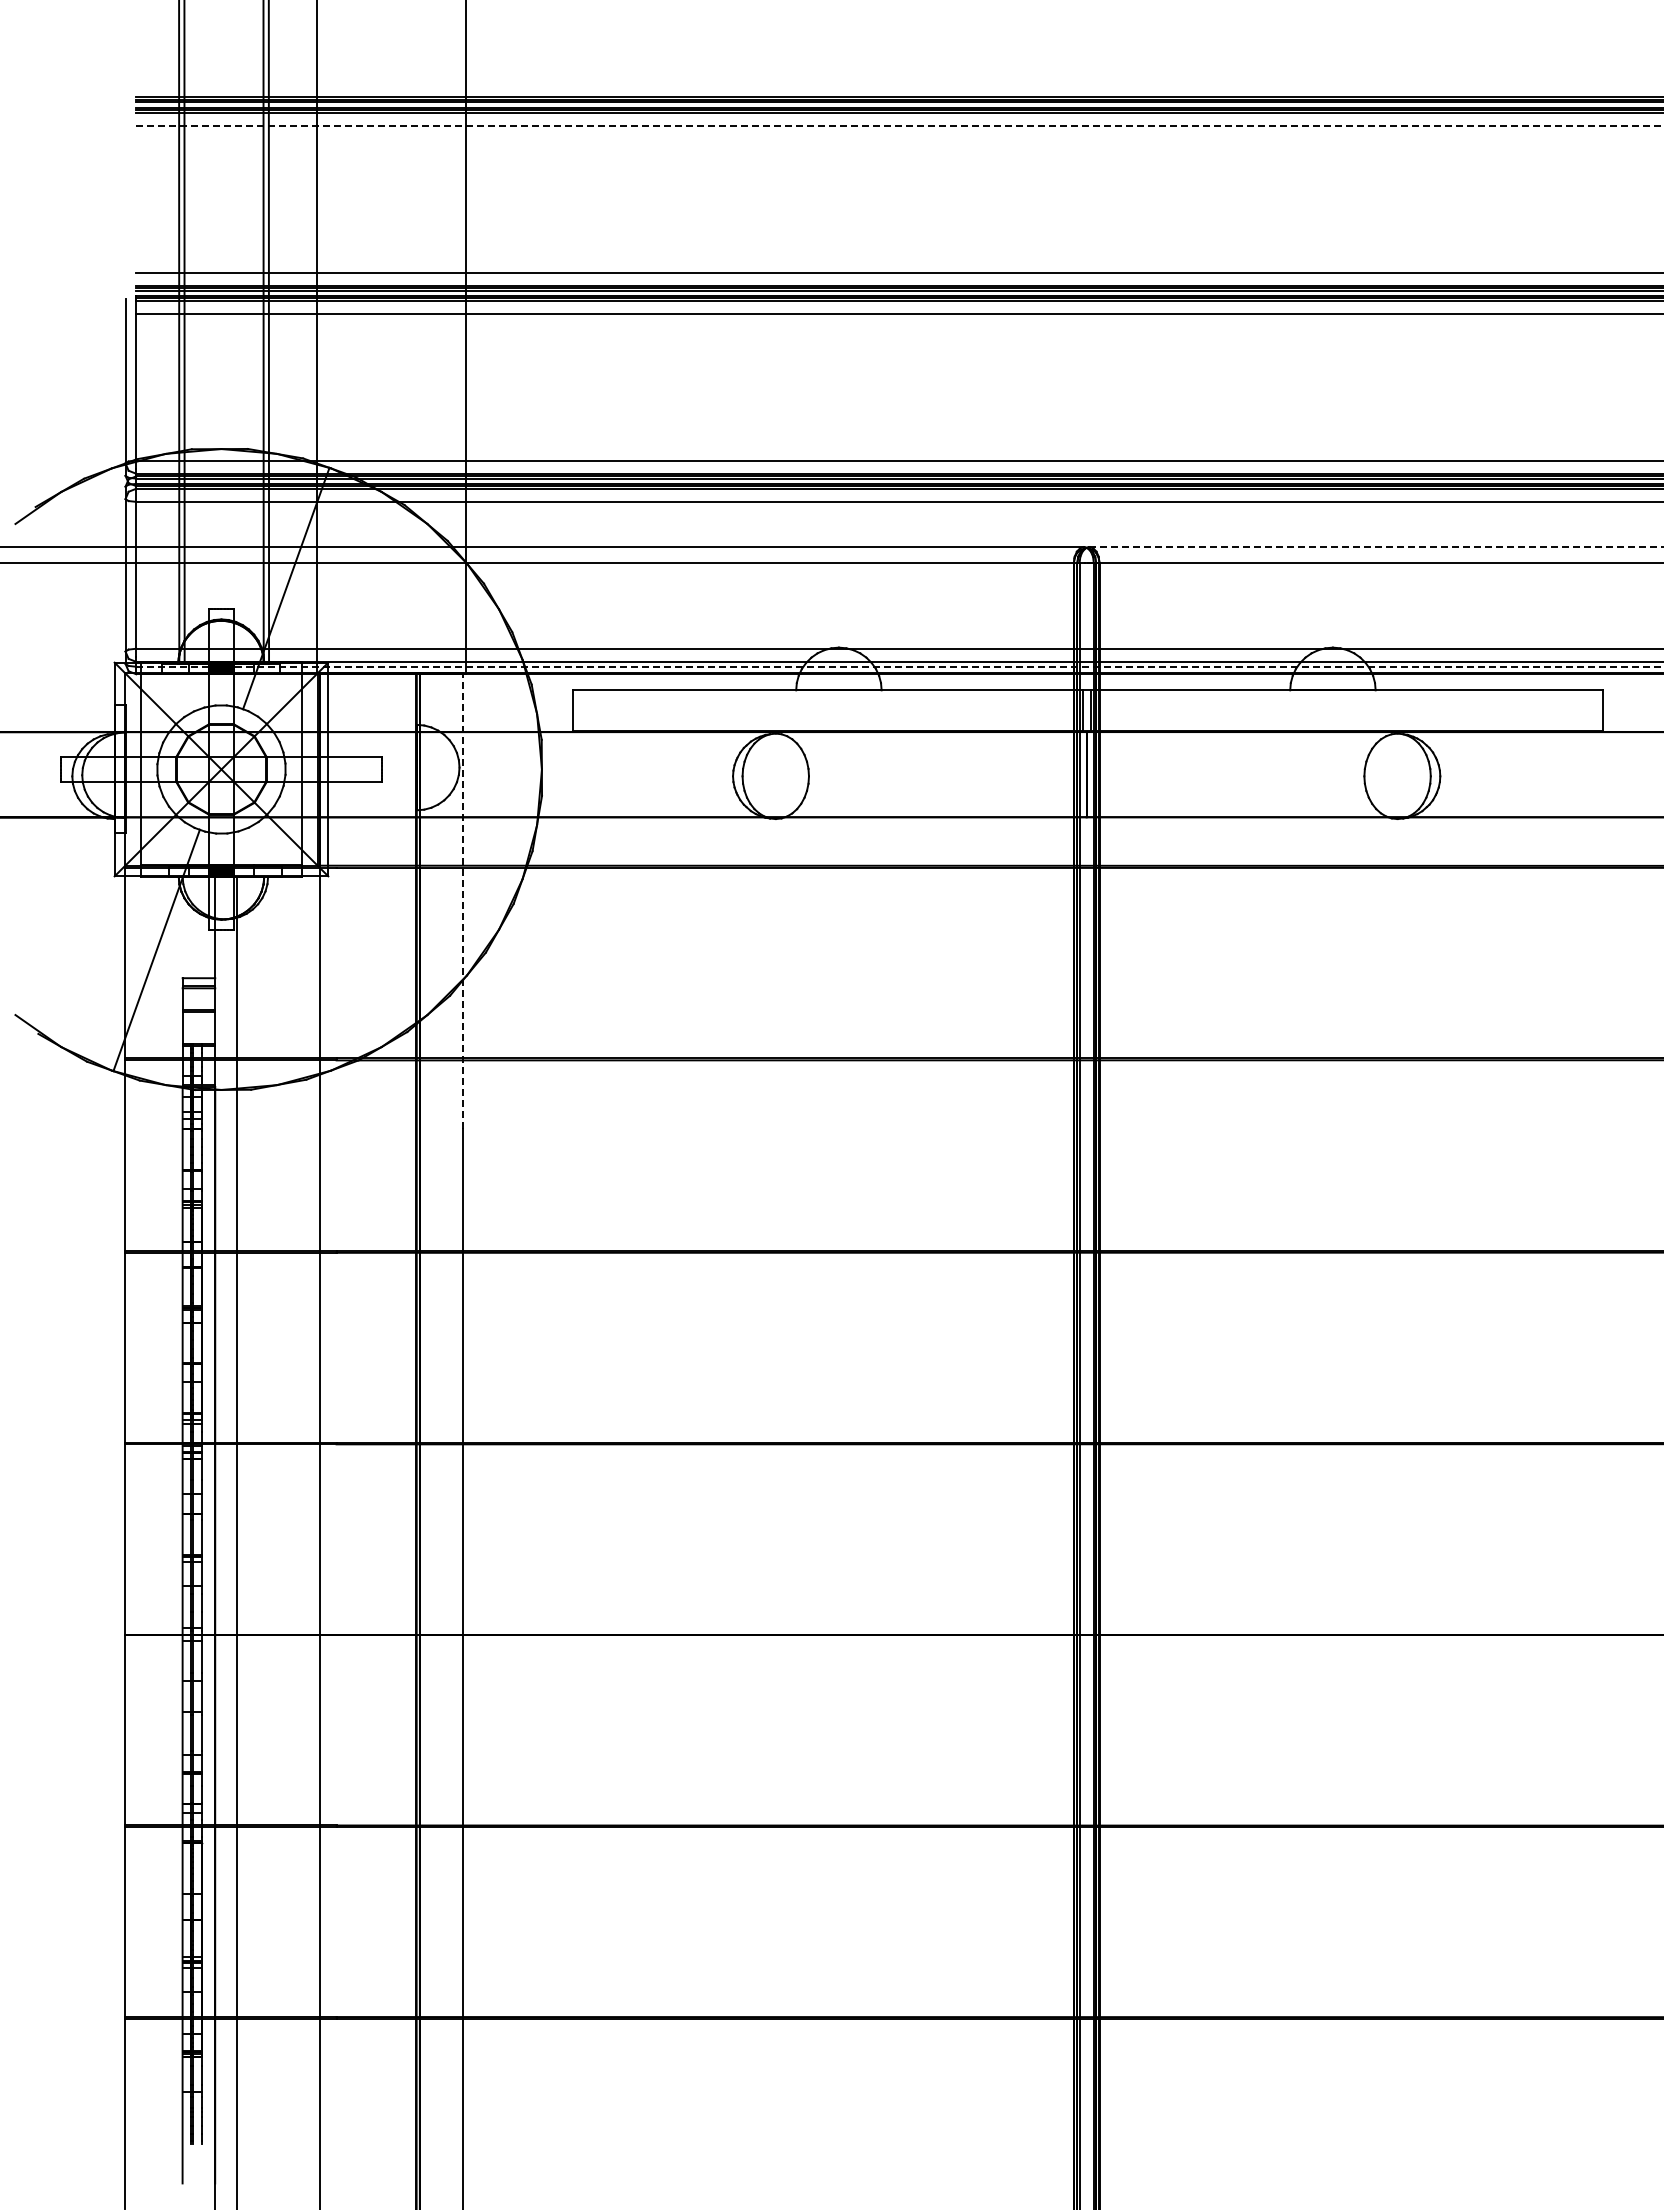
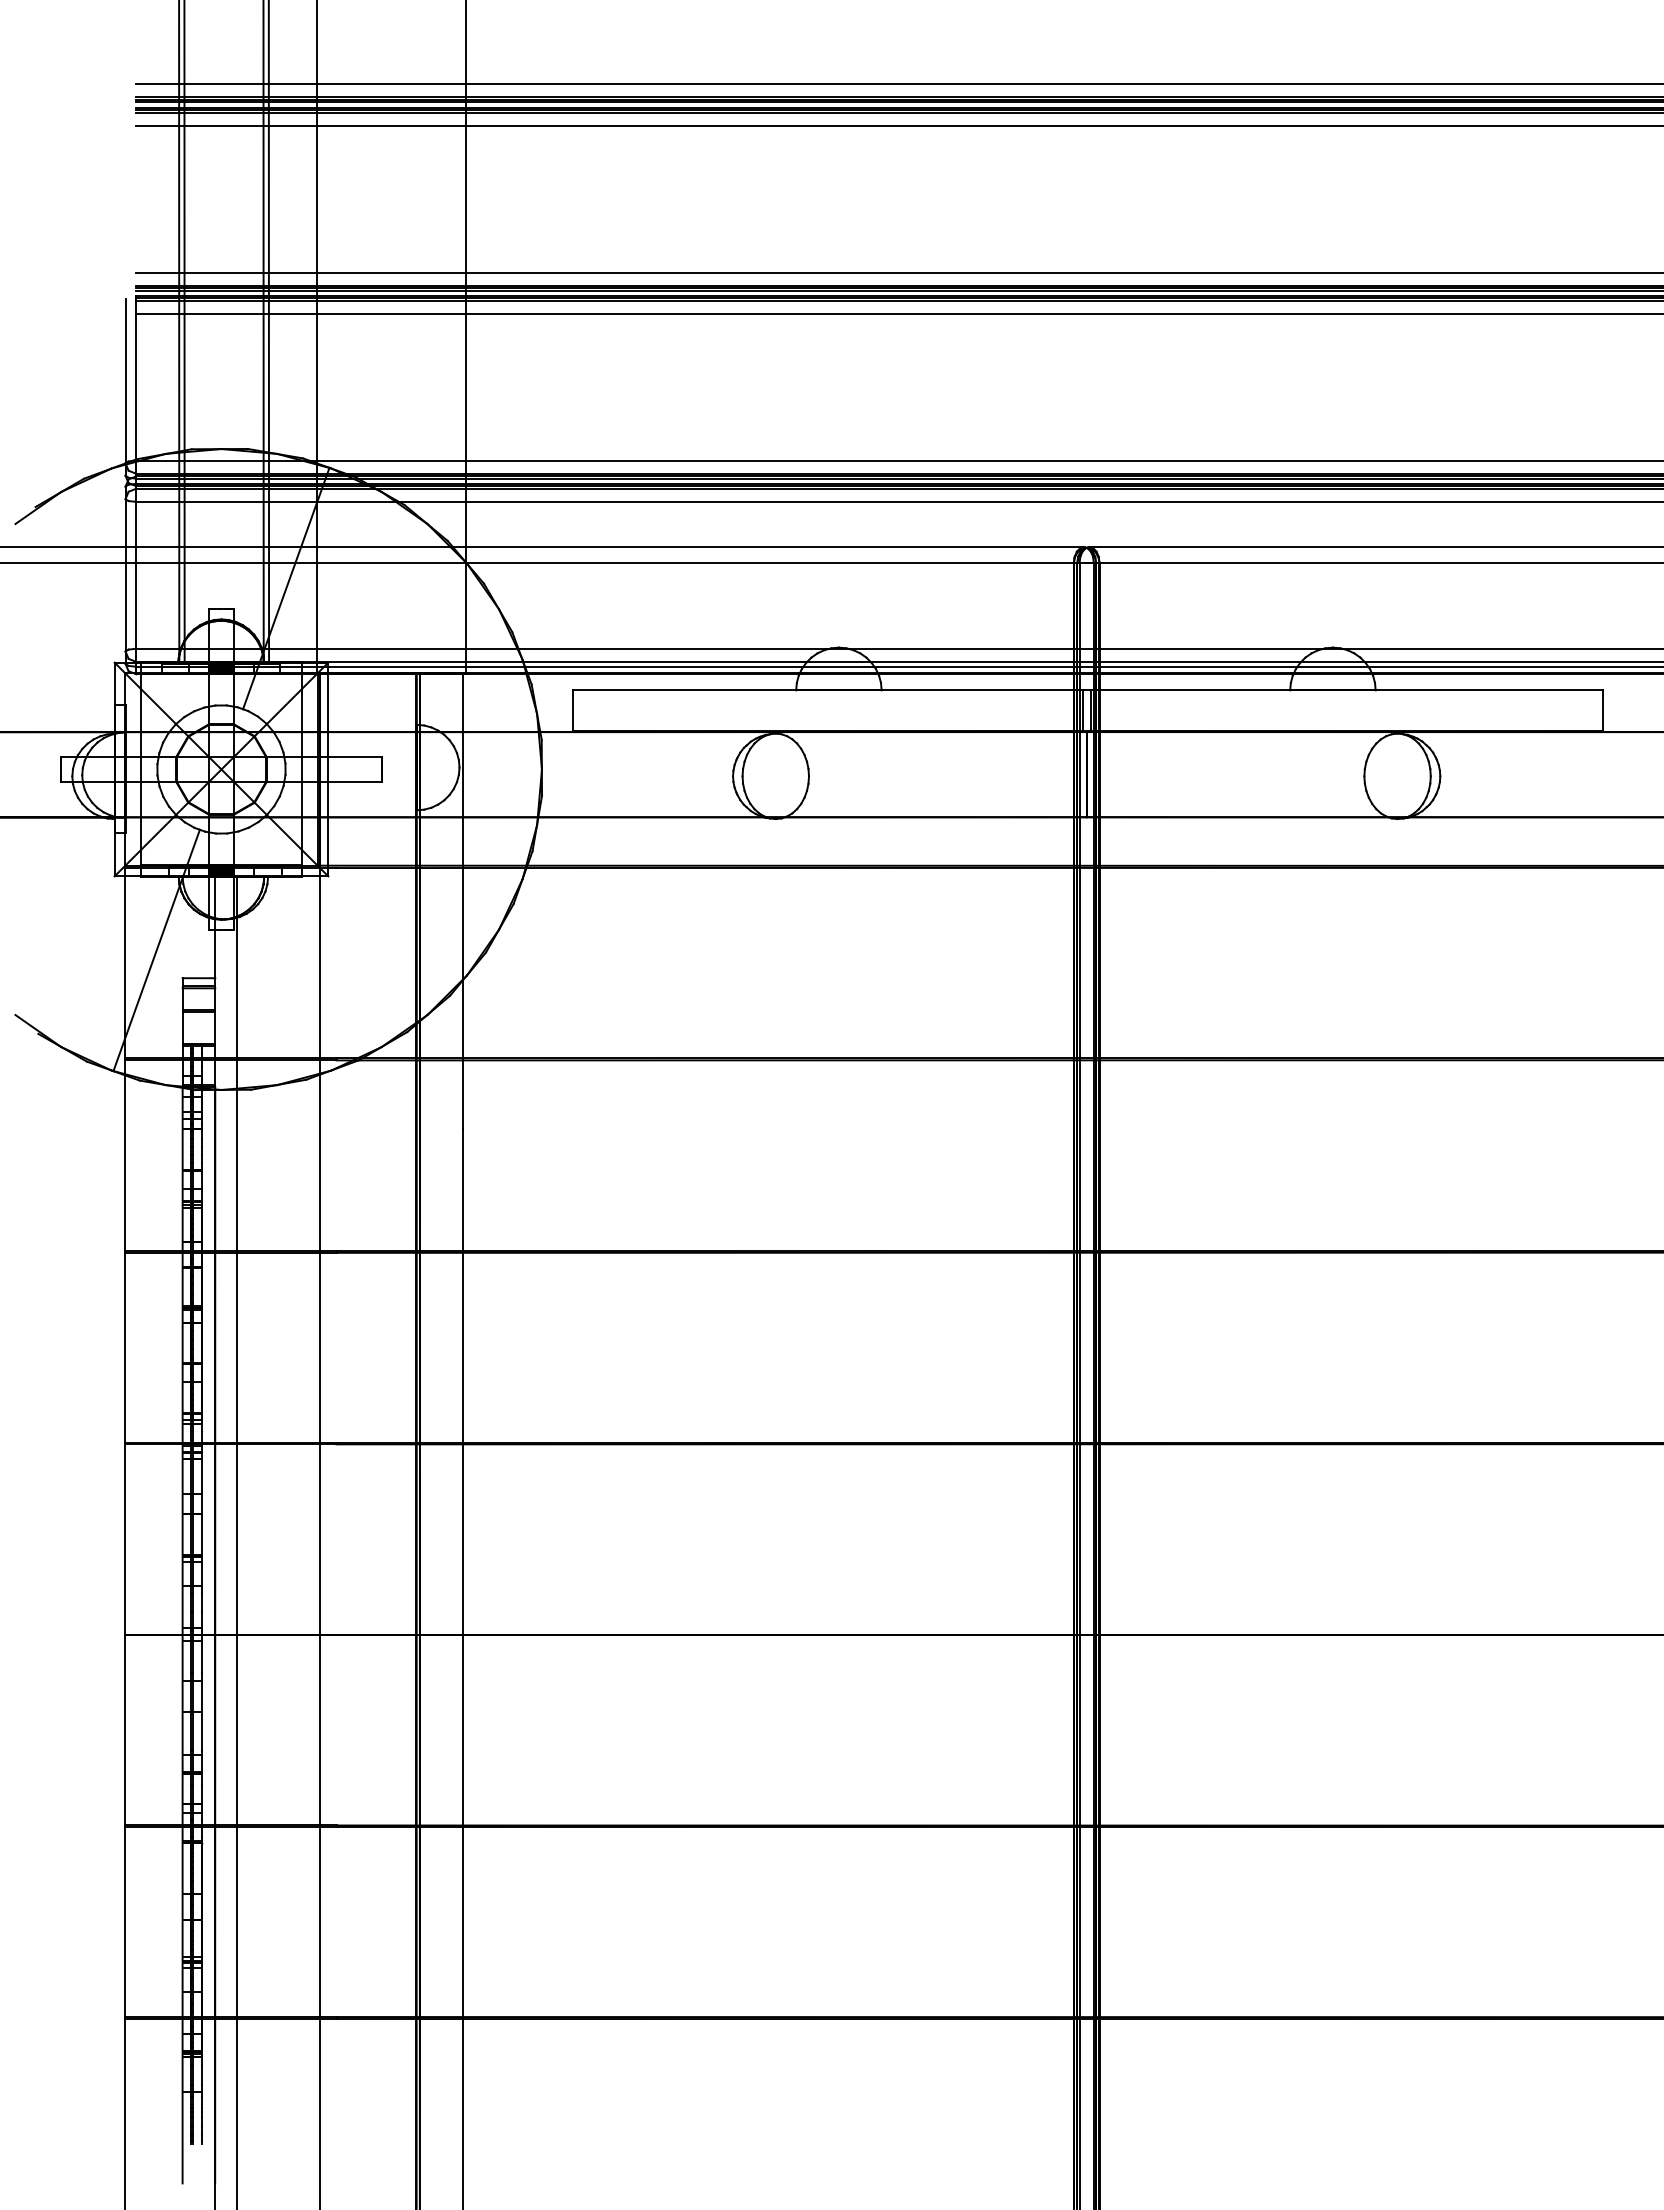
line at (898, 84): none -> present
line at (900, 125): dashed -> solid
line at (1376, 547): dashed -> solid
line at (900, 666): dashed -> solid
line at (462, 901): dashed -> solid
